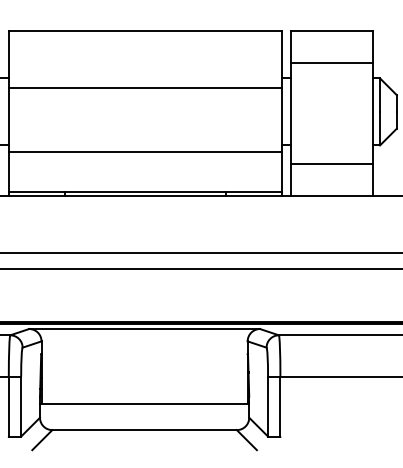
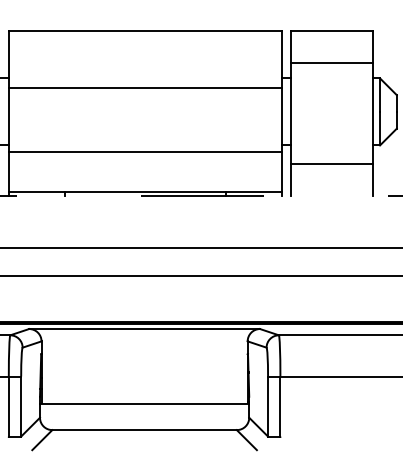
line at (201, 196): solid -> dashed
line at (200, 253) position: (200, 253) -> (200, 248)
line at (200, 269) position: (200, 269) -> (200, 276)
